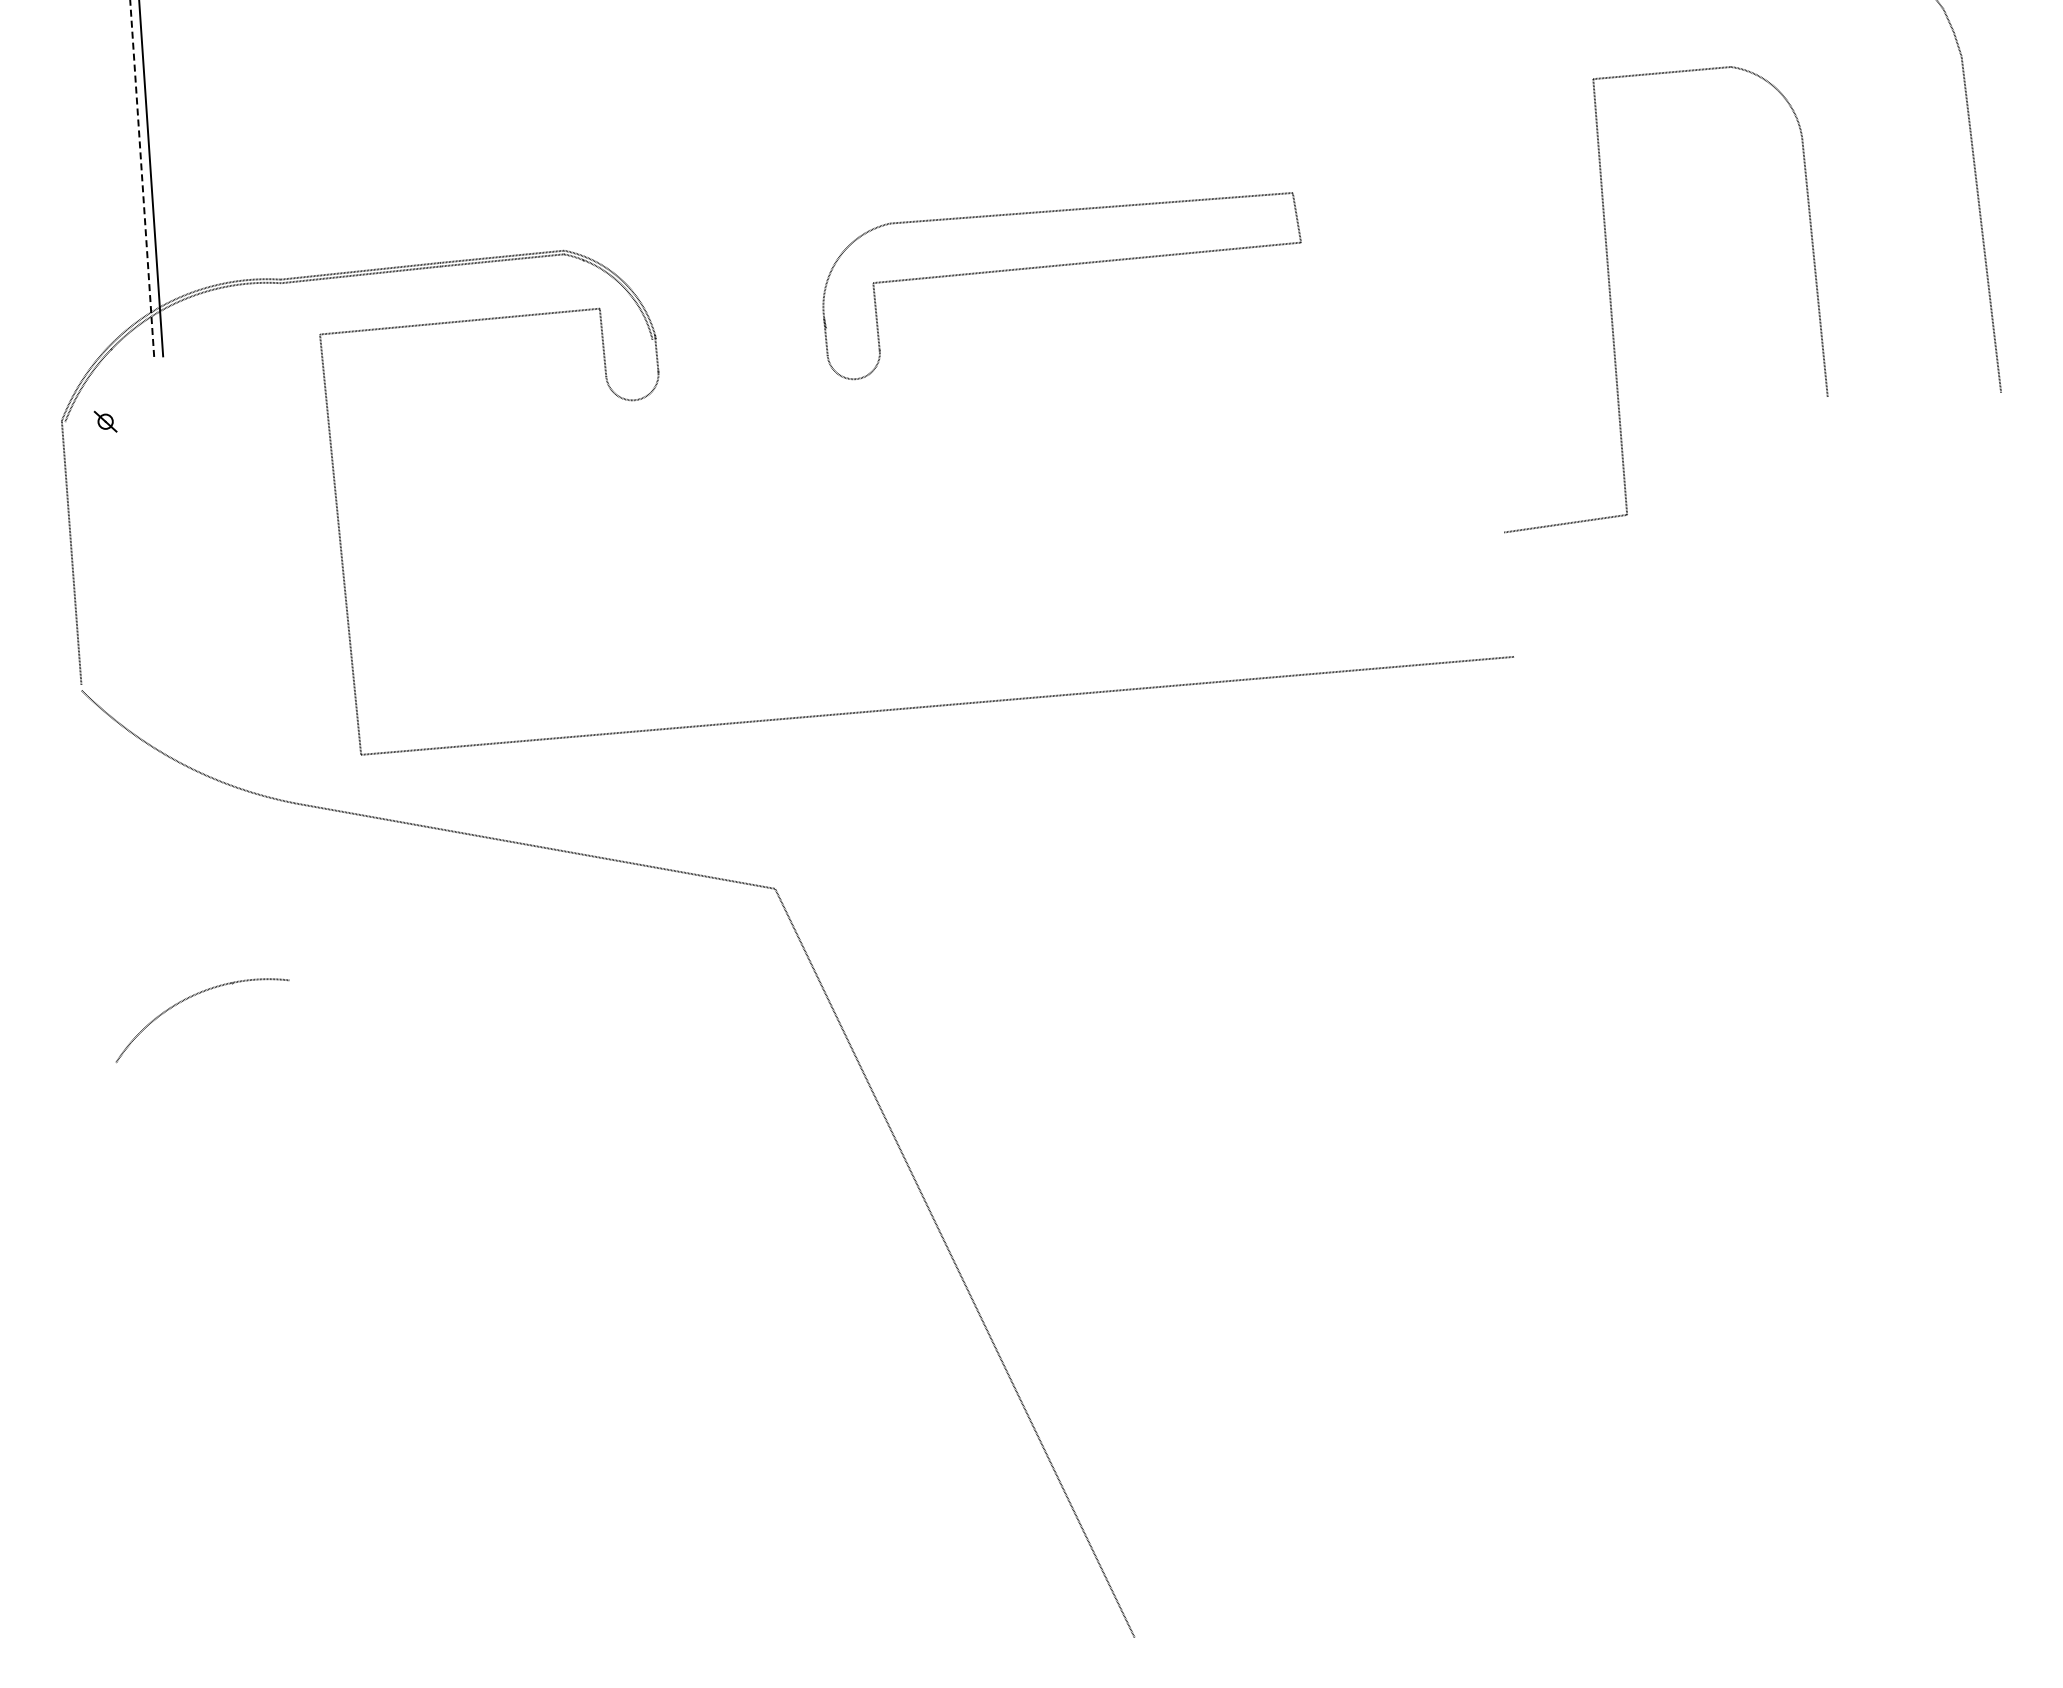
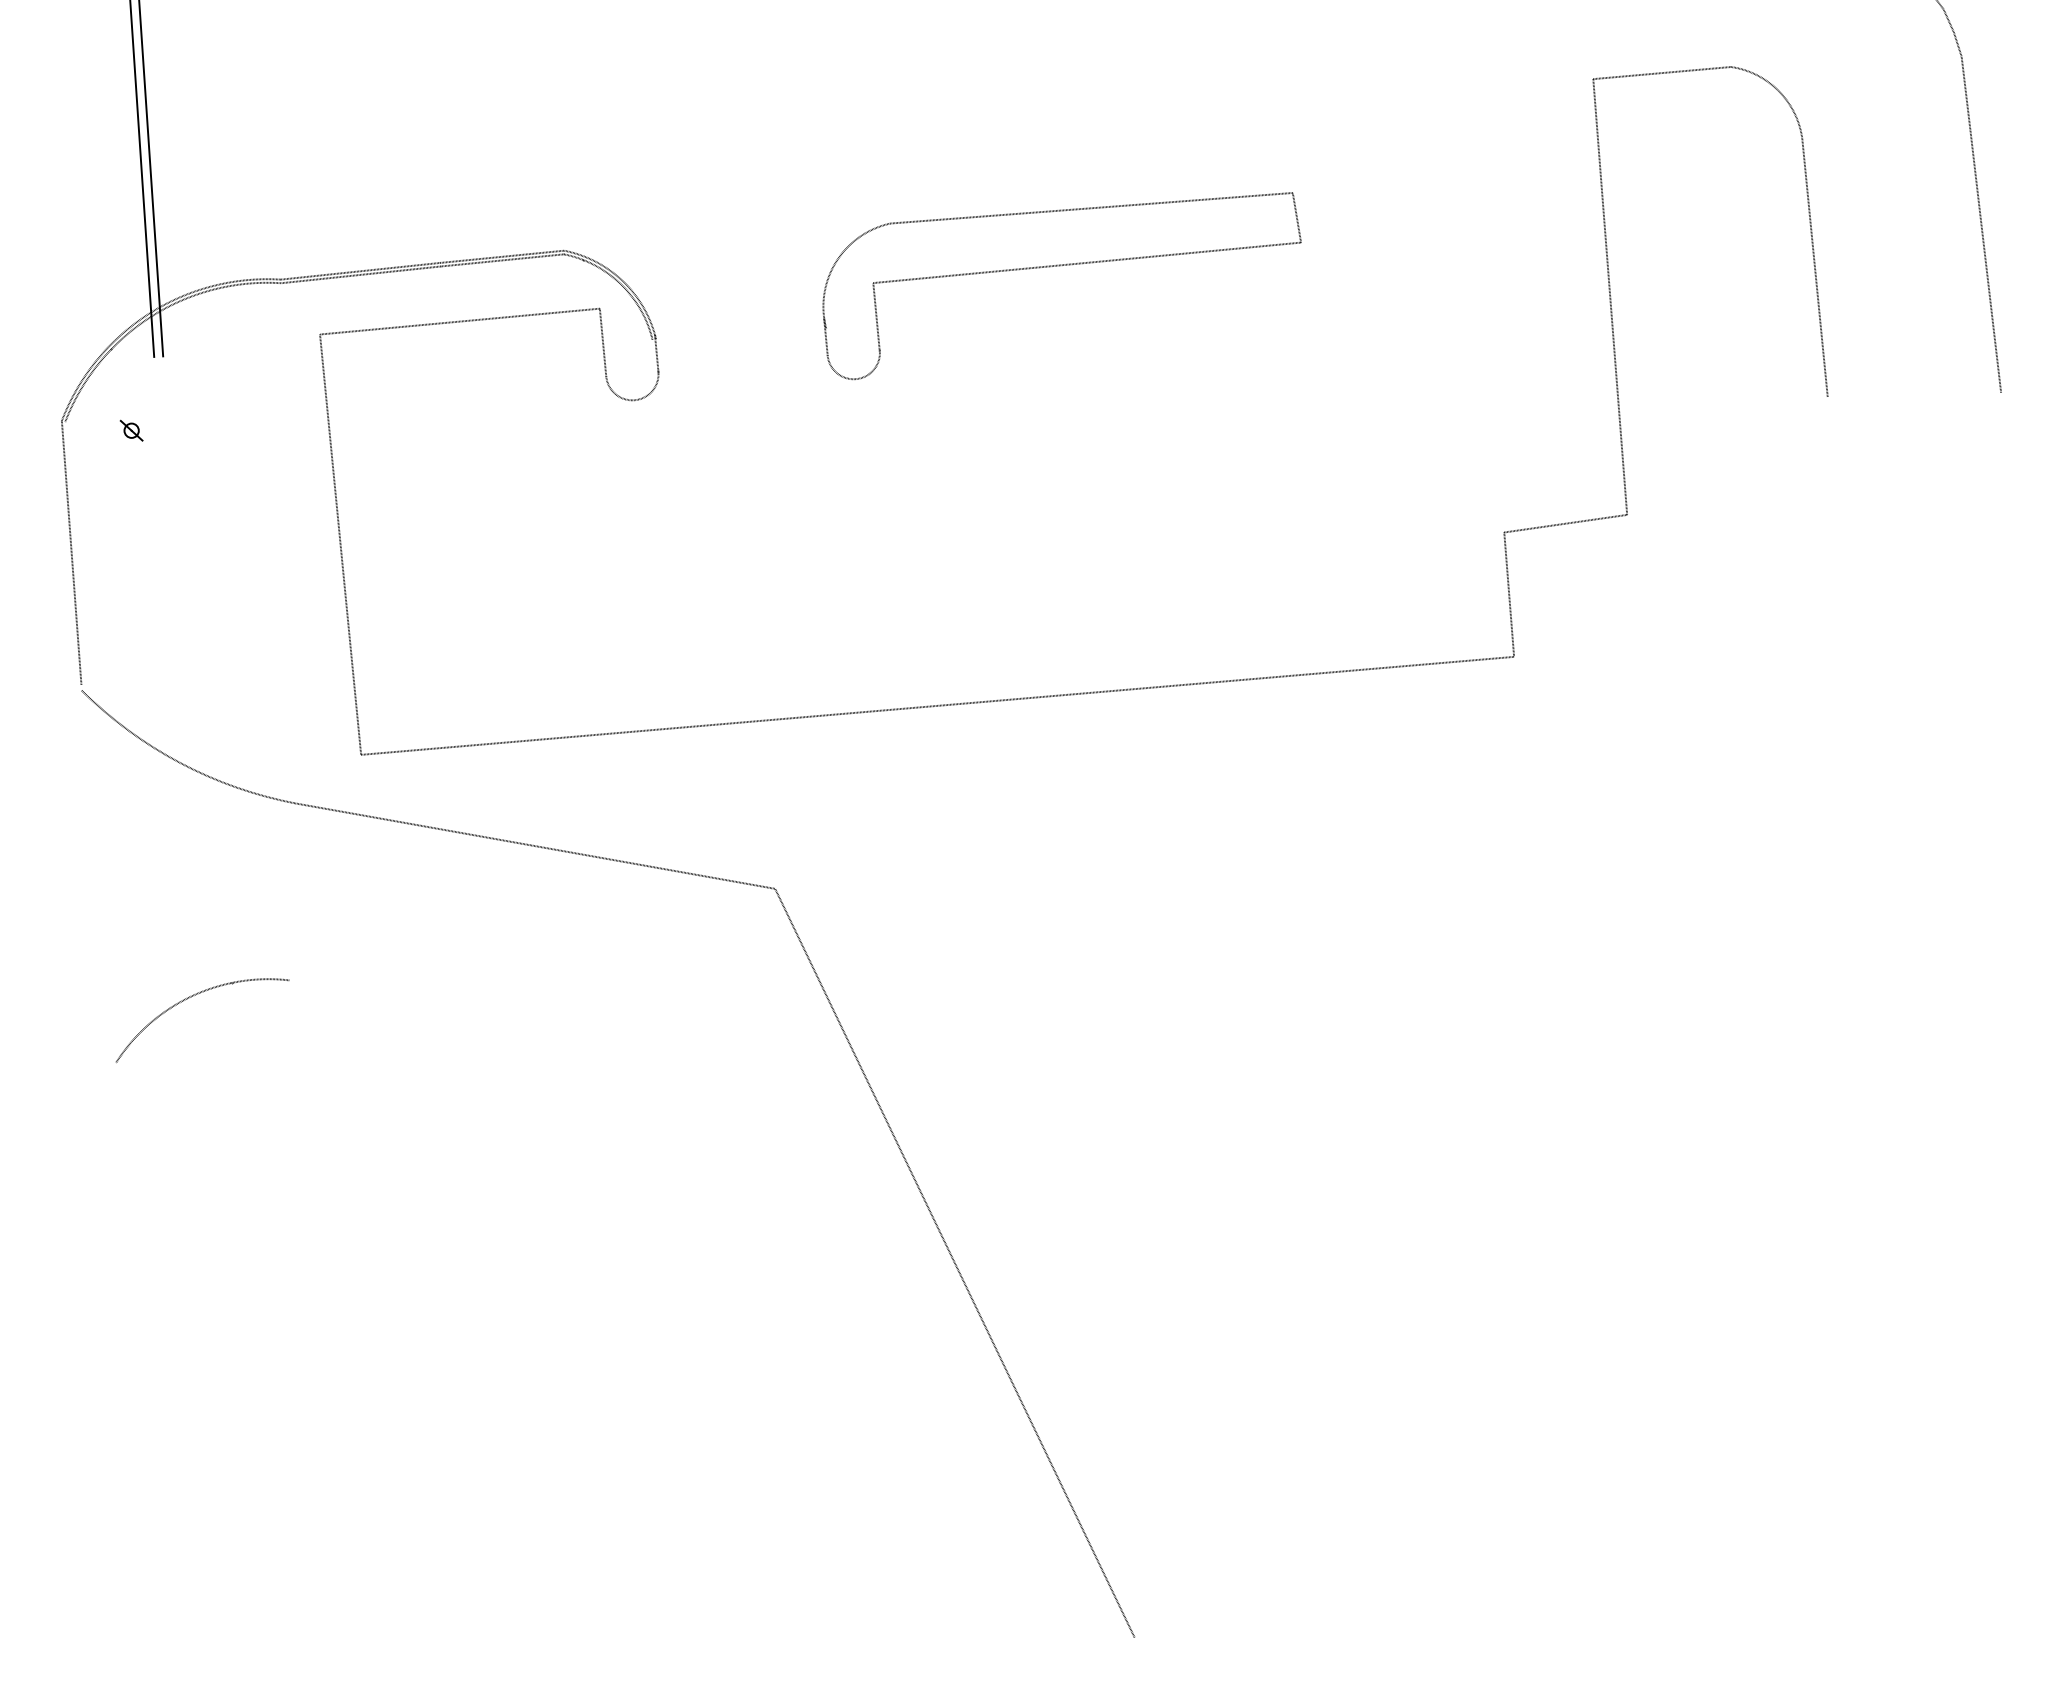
line at (142, 178): dashed -> solid
part at (105, 421) position: (105, 421) -> (131, 430)
line at (1509, 594): none -> present
